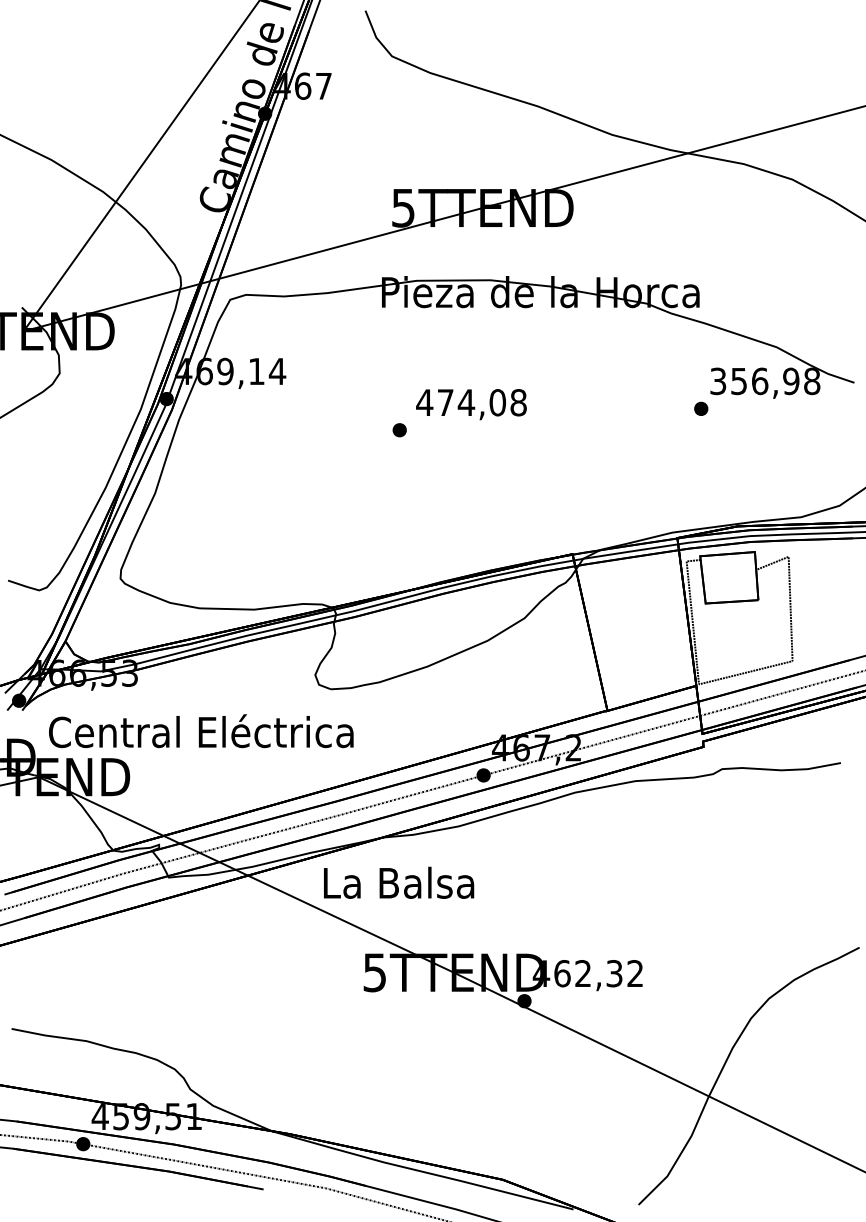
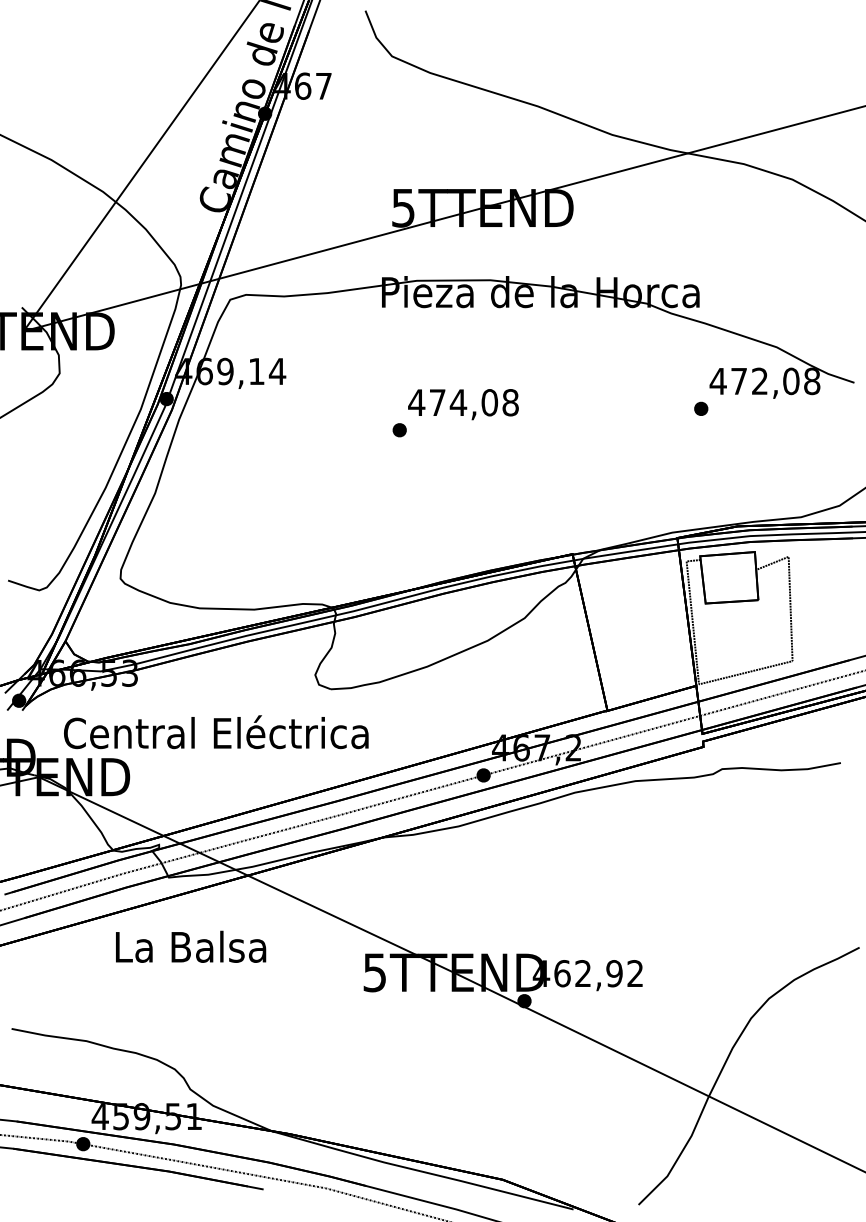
text at (754, 381): 356,98 -> 472,08
text at (471, 404) position: (471, 404) -> (463, 404)
text at (201, 731) position: (201, 731) -> (216, 732)
text at (399, 882) position: (399, 882) -> (191, 946)
text at (614, 973): 462,32 -> 462,92
